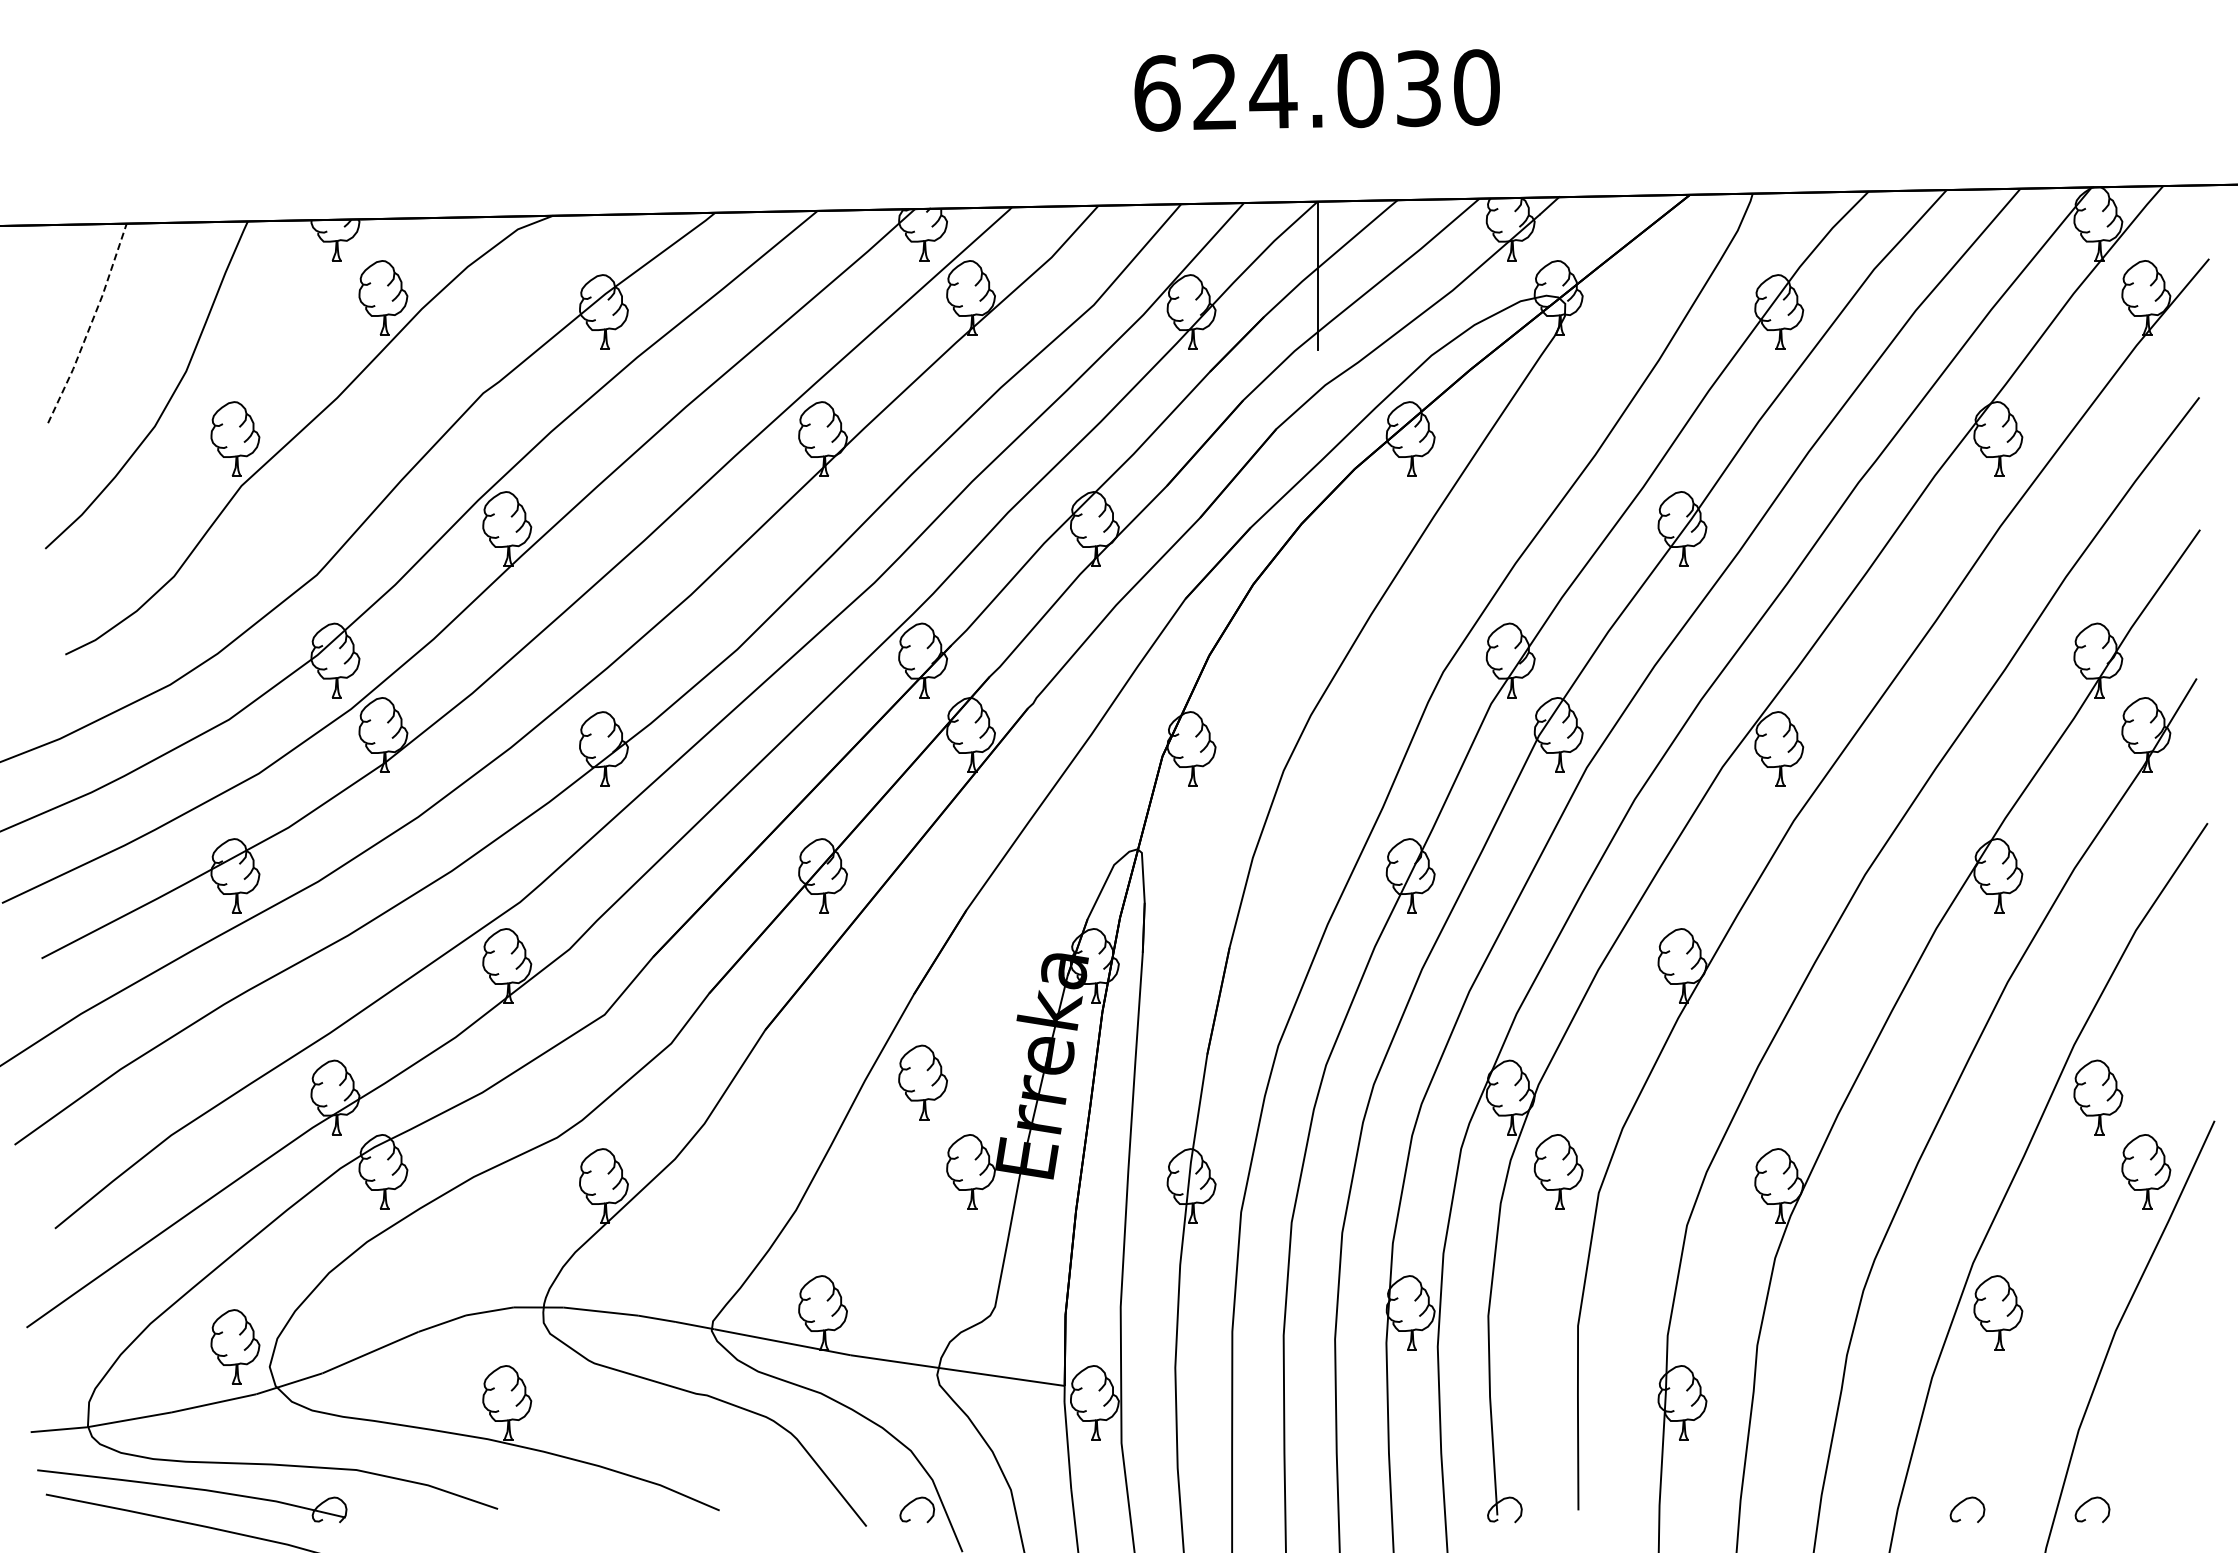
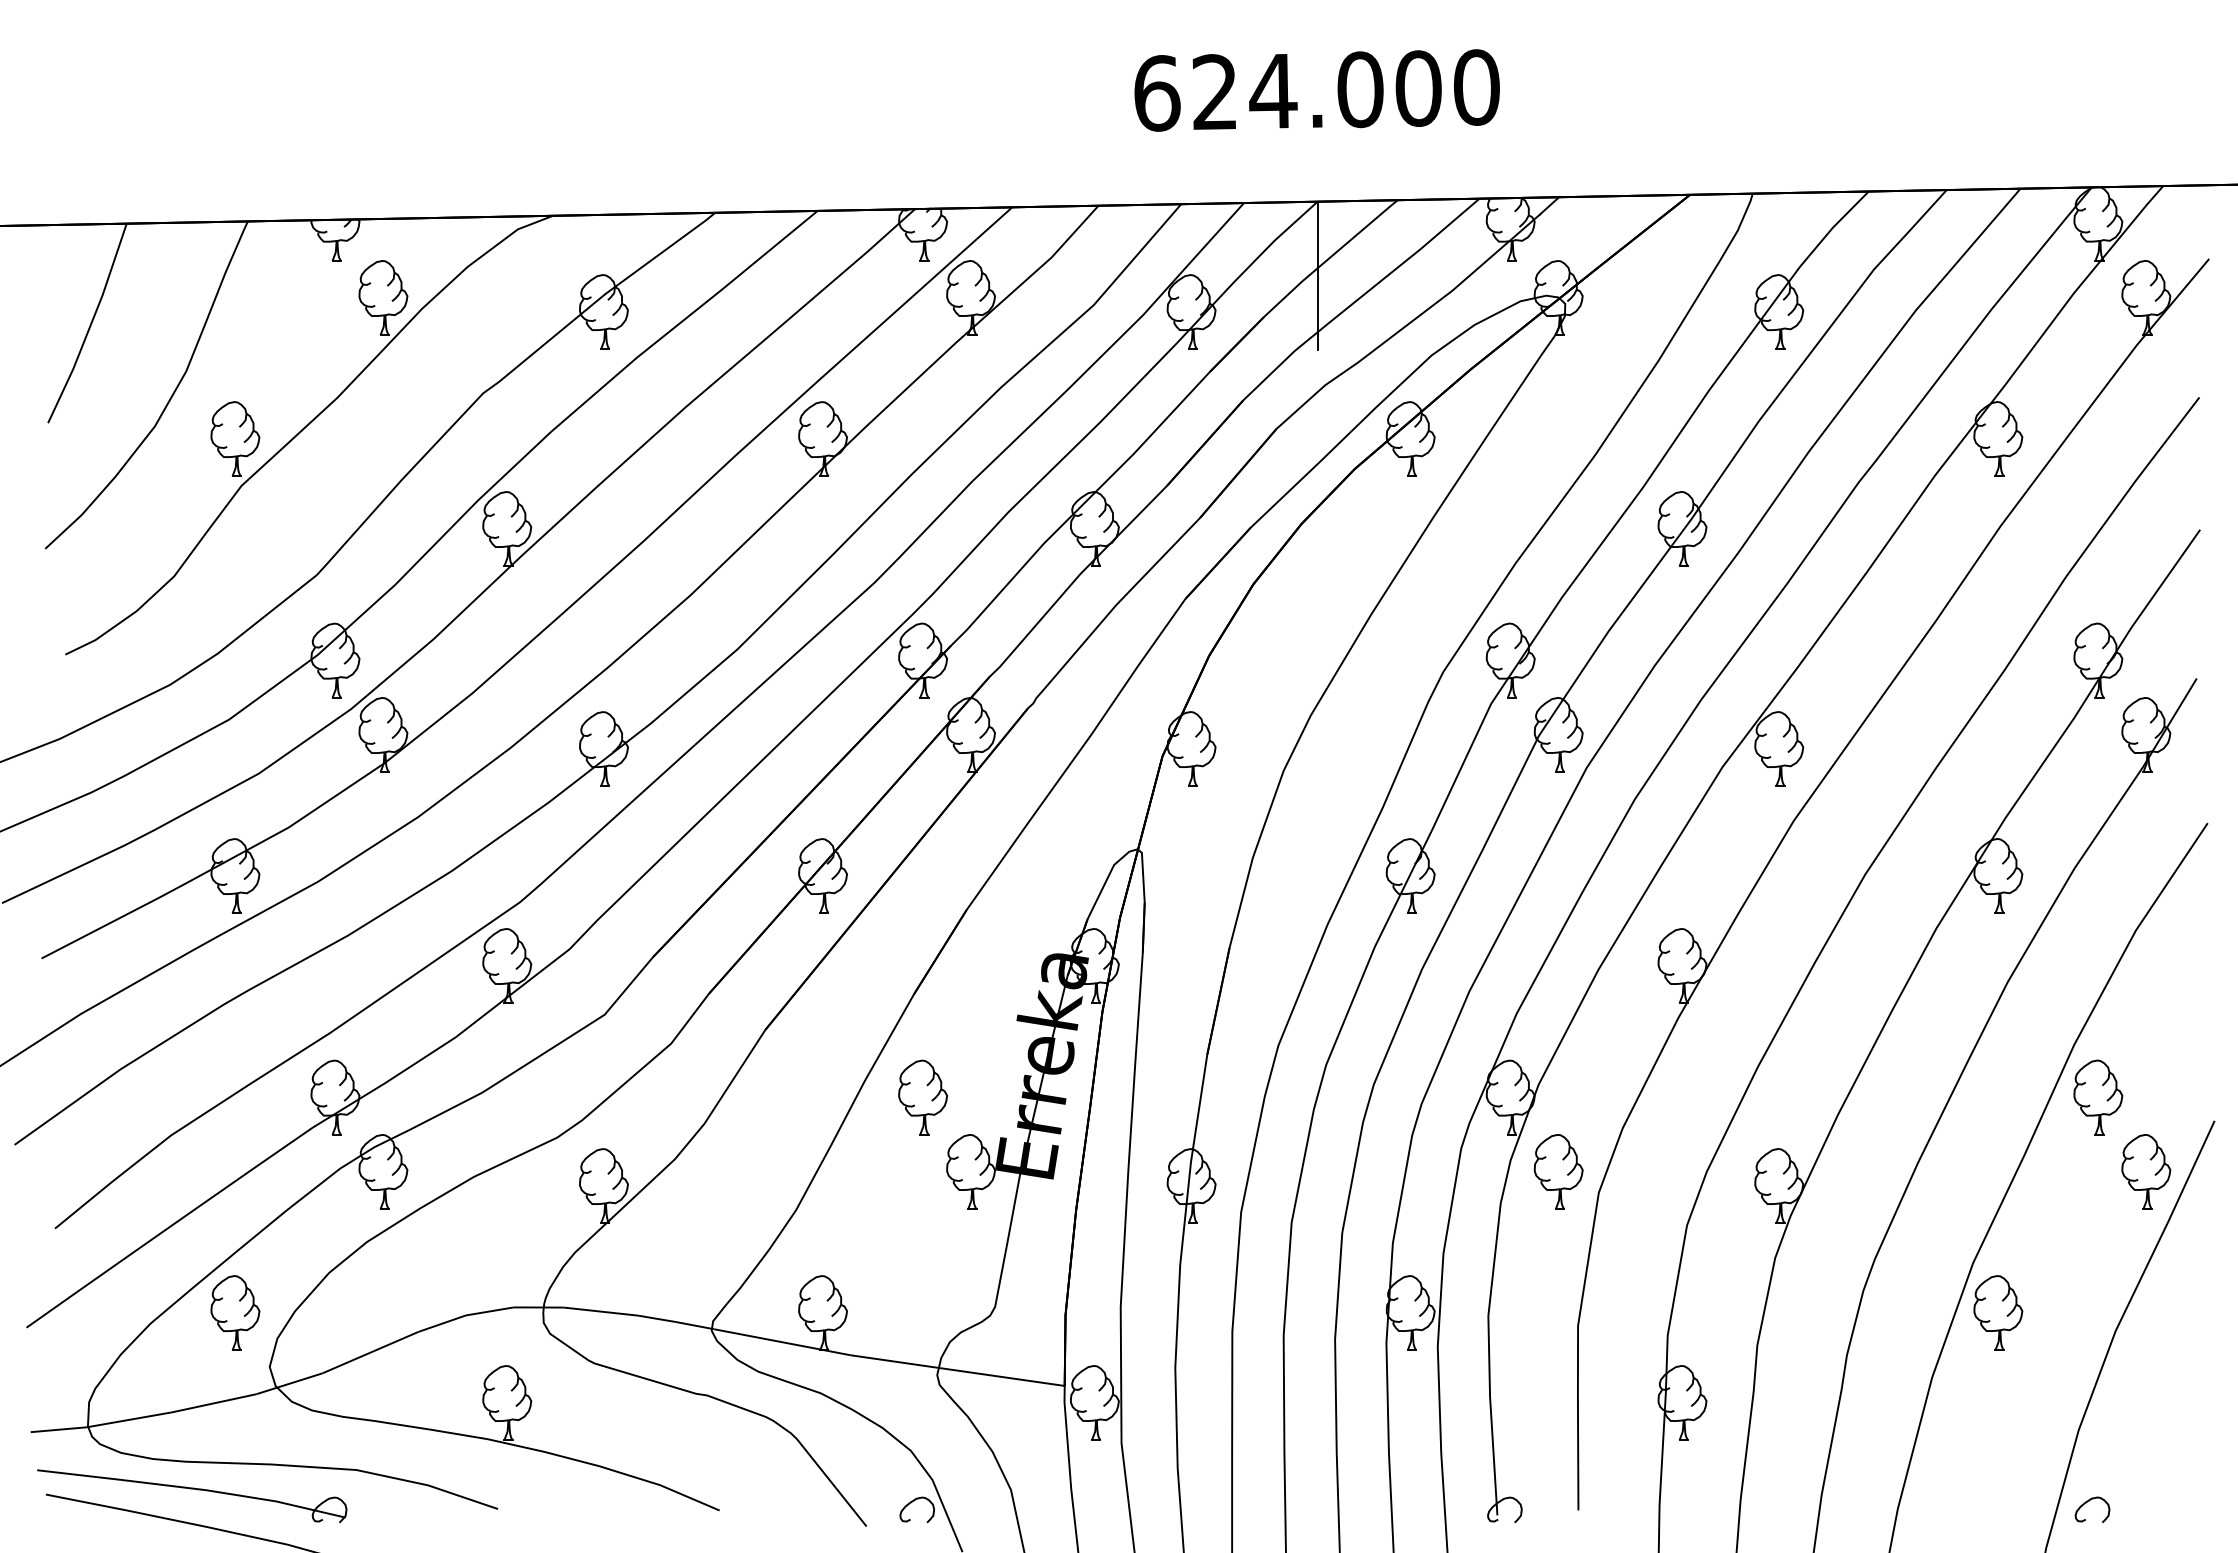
text at (1418, 88): 624.030 -> 624.000
line at (90, 324): dashed -> solid
part at (922, 1082) position: (922, 1082) -> (922, 1097)
part at (235, 1346) position: (235, 1346) -> (235, 1312)
curve at (1961, 1503): present -> none
